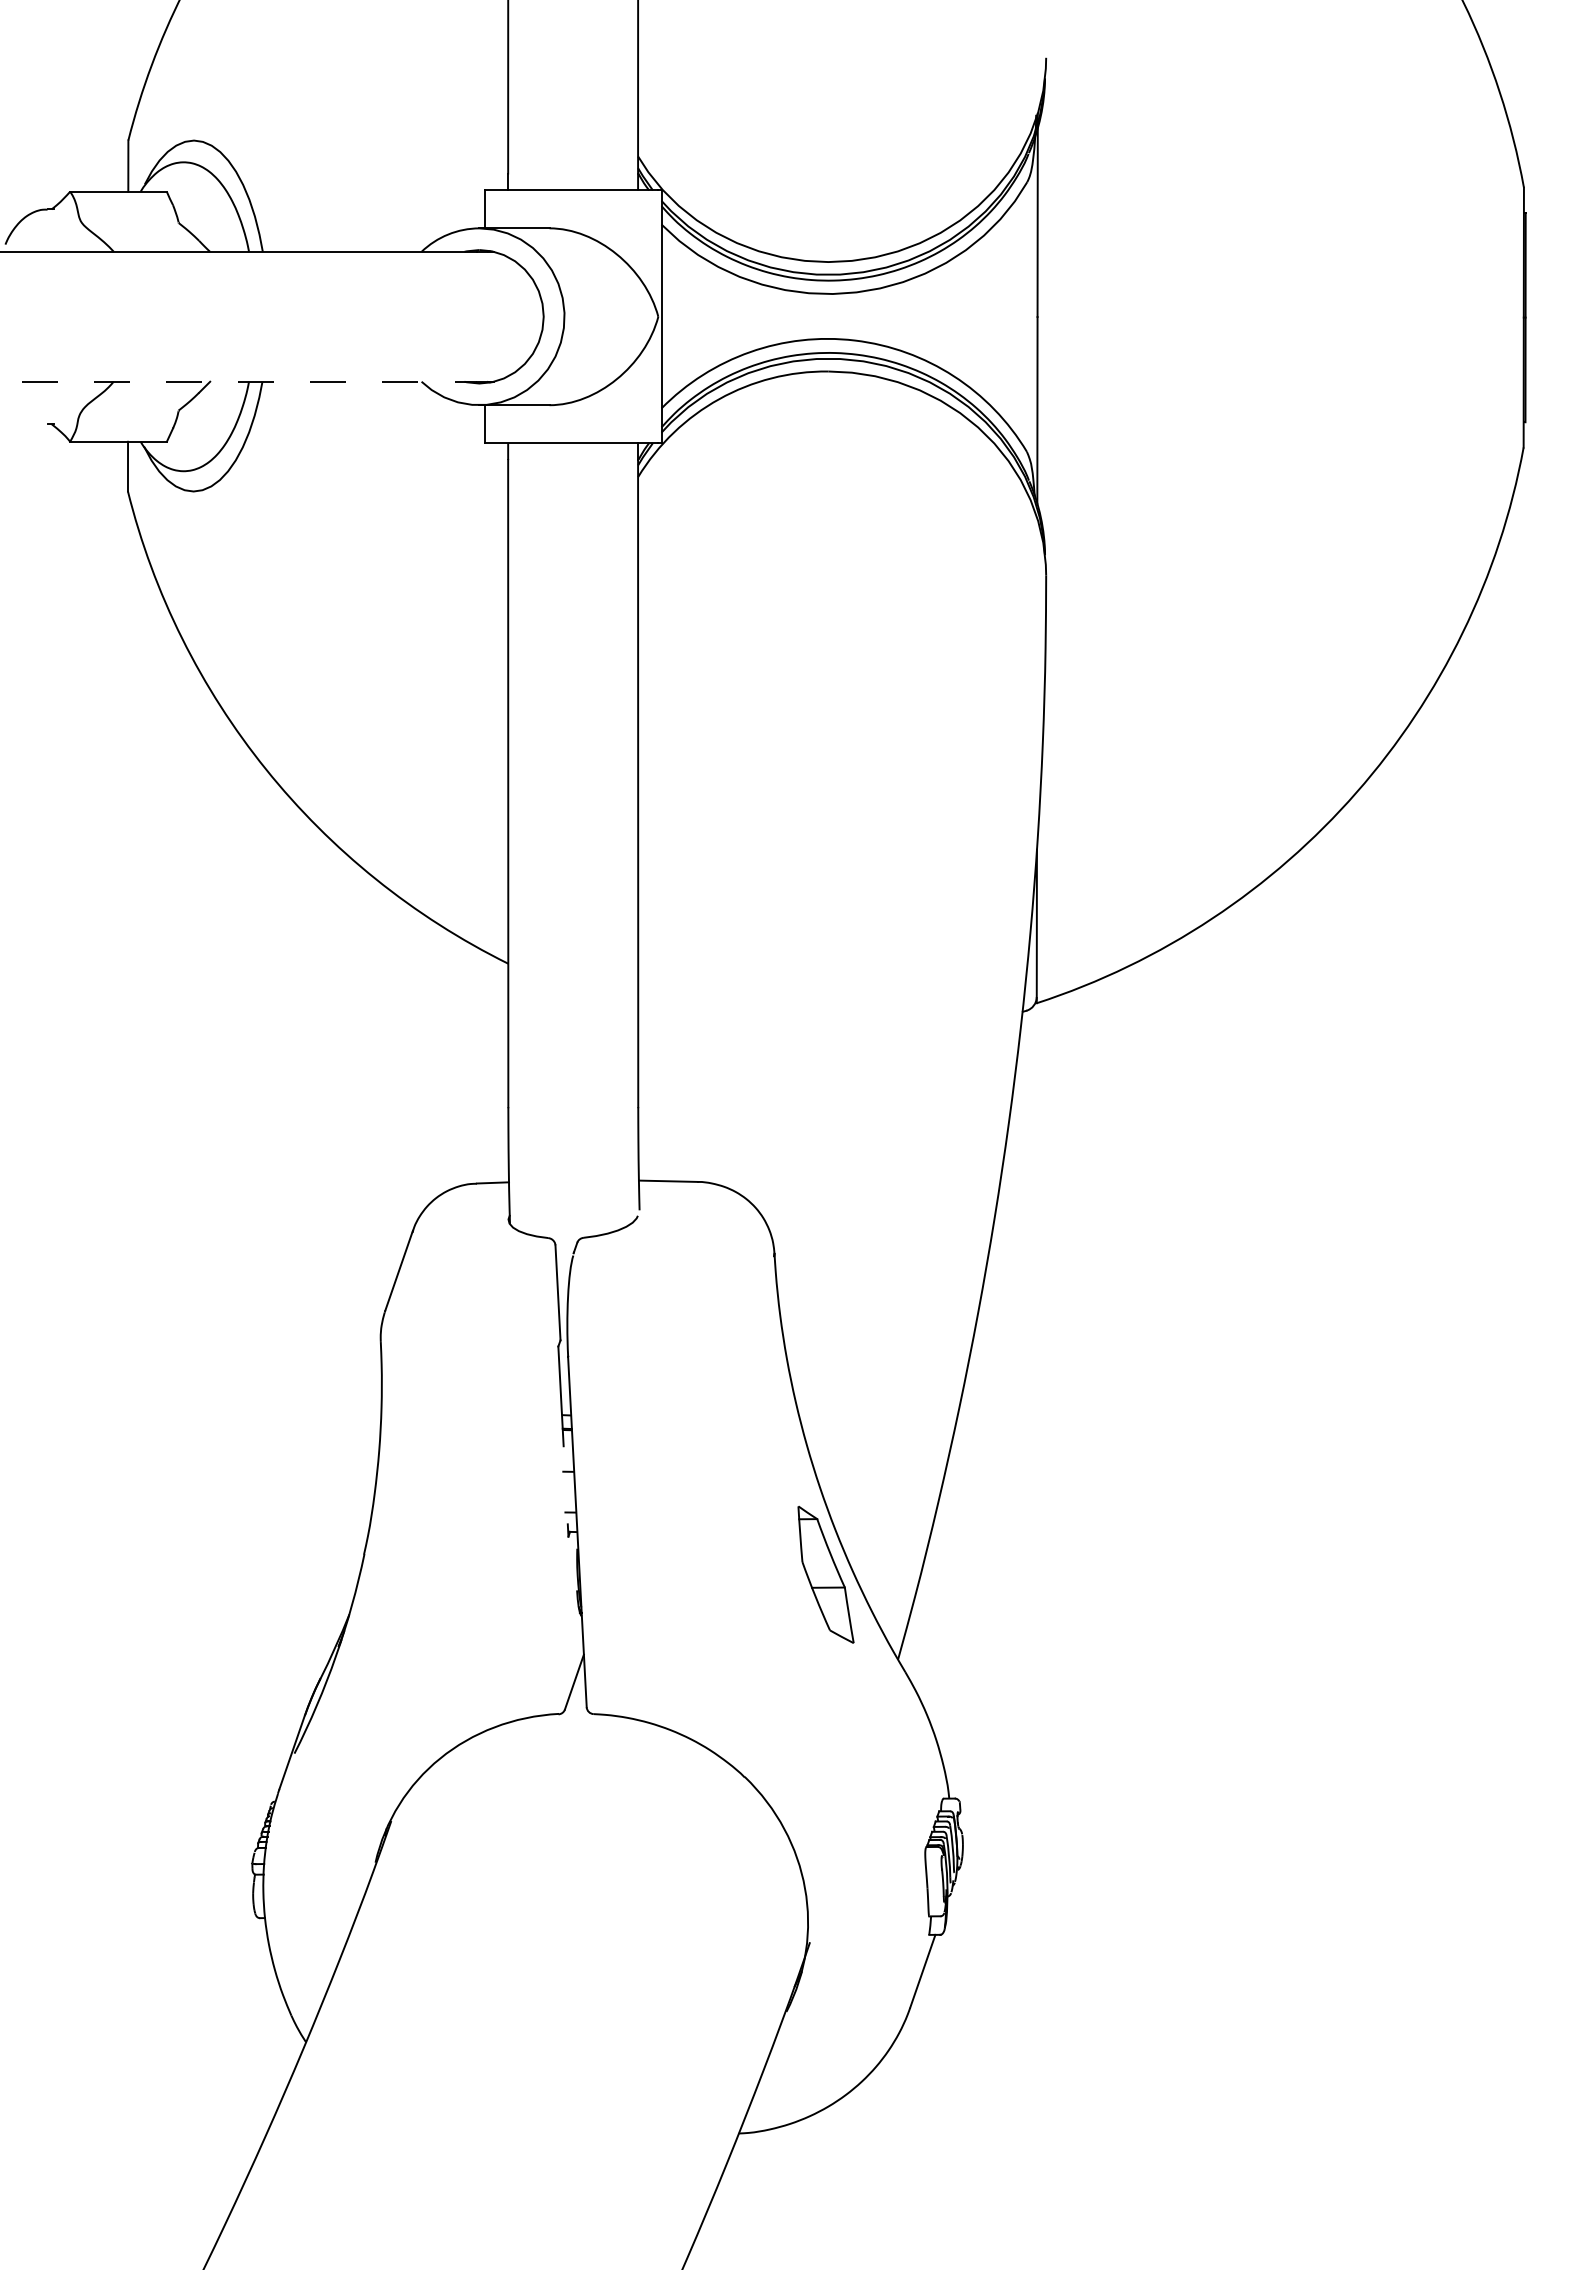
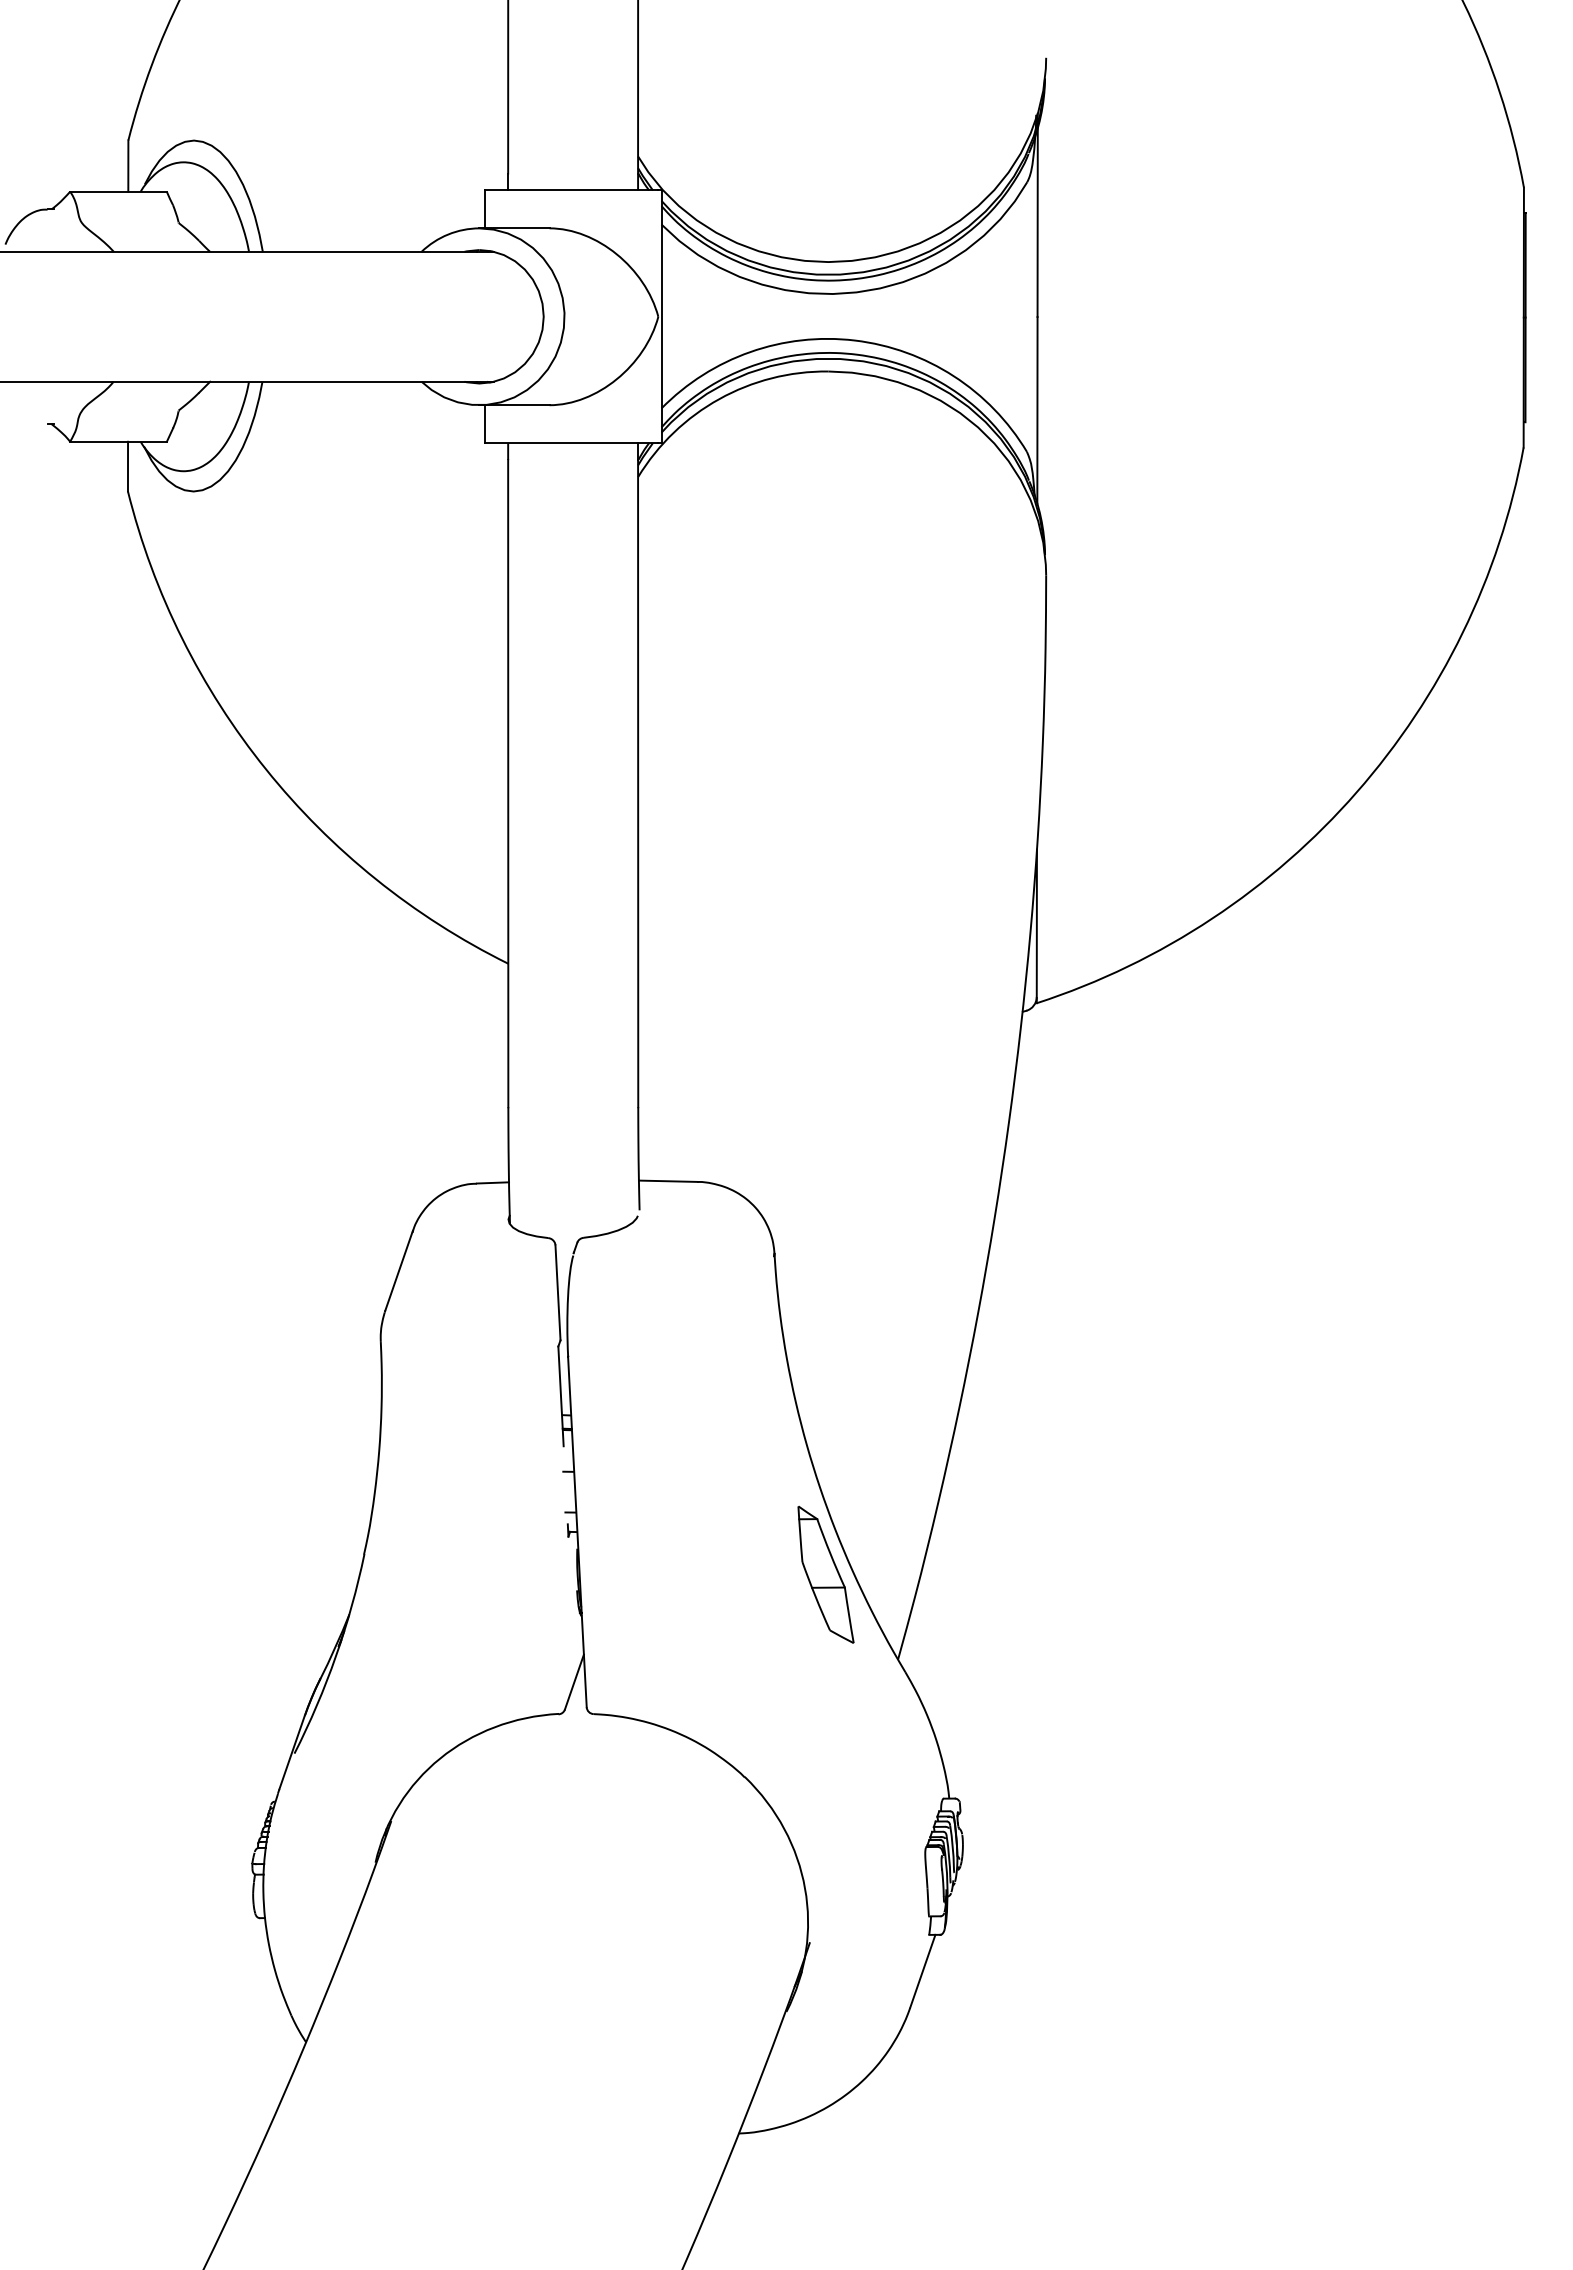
line at (239, 381): dashed -> solid
